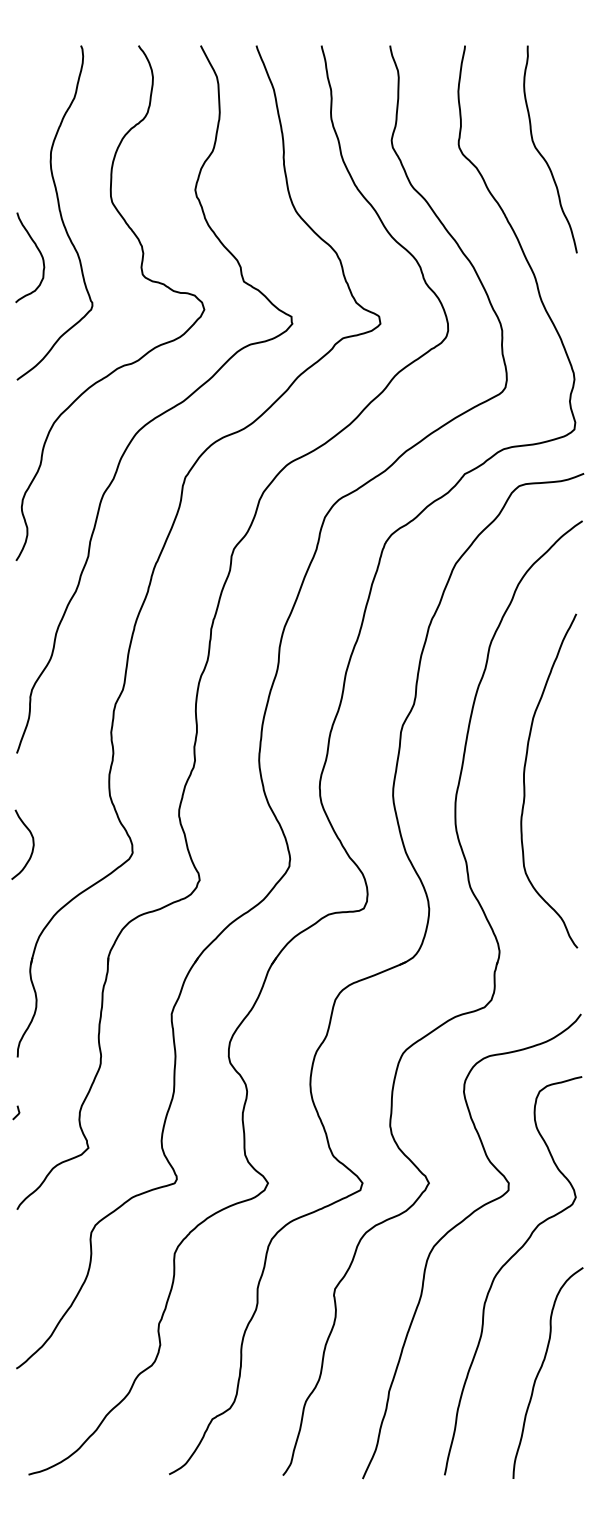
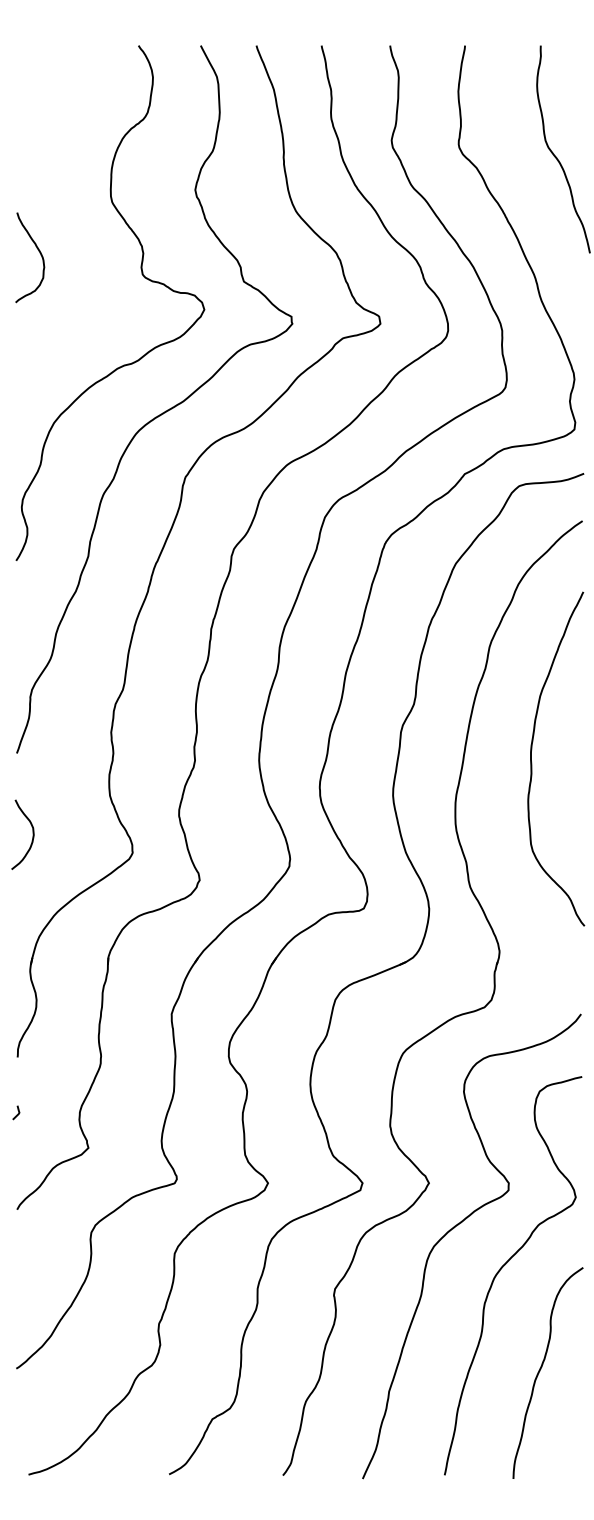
curve at (543, 156) position: (543, 156) -> (556, 156)
curve at (58, 210): present -> none
curve at (525, 784) position: (525, 784) -> (532, 762)
curve at (32, 844) position: (32, 844) -> (32, 834)
